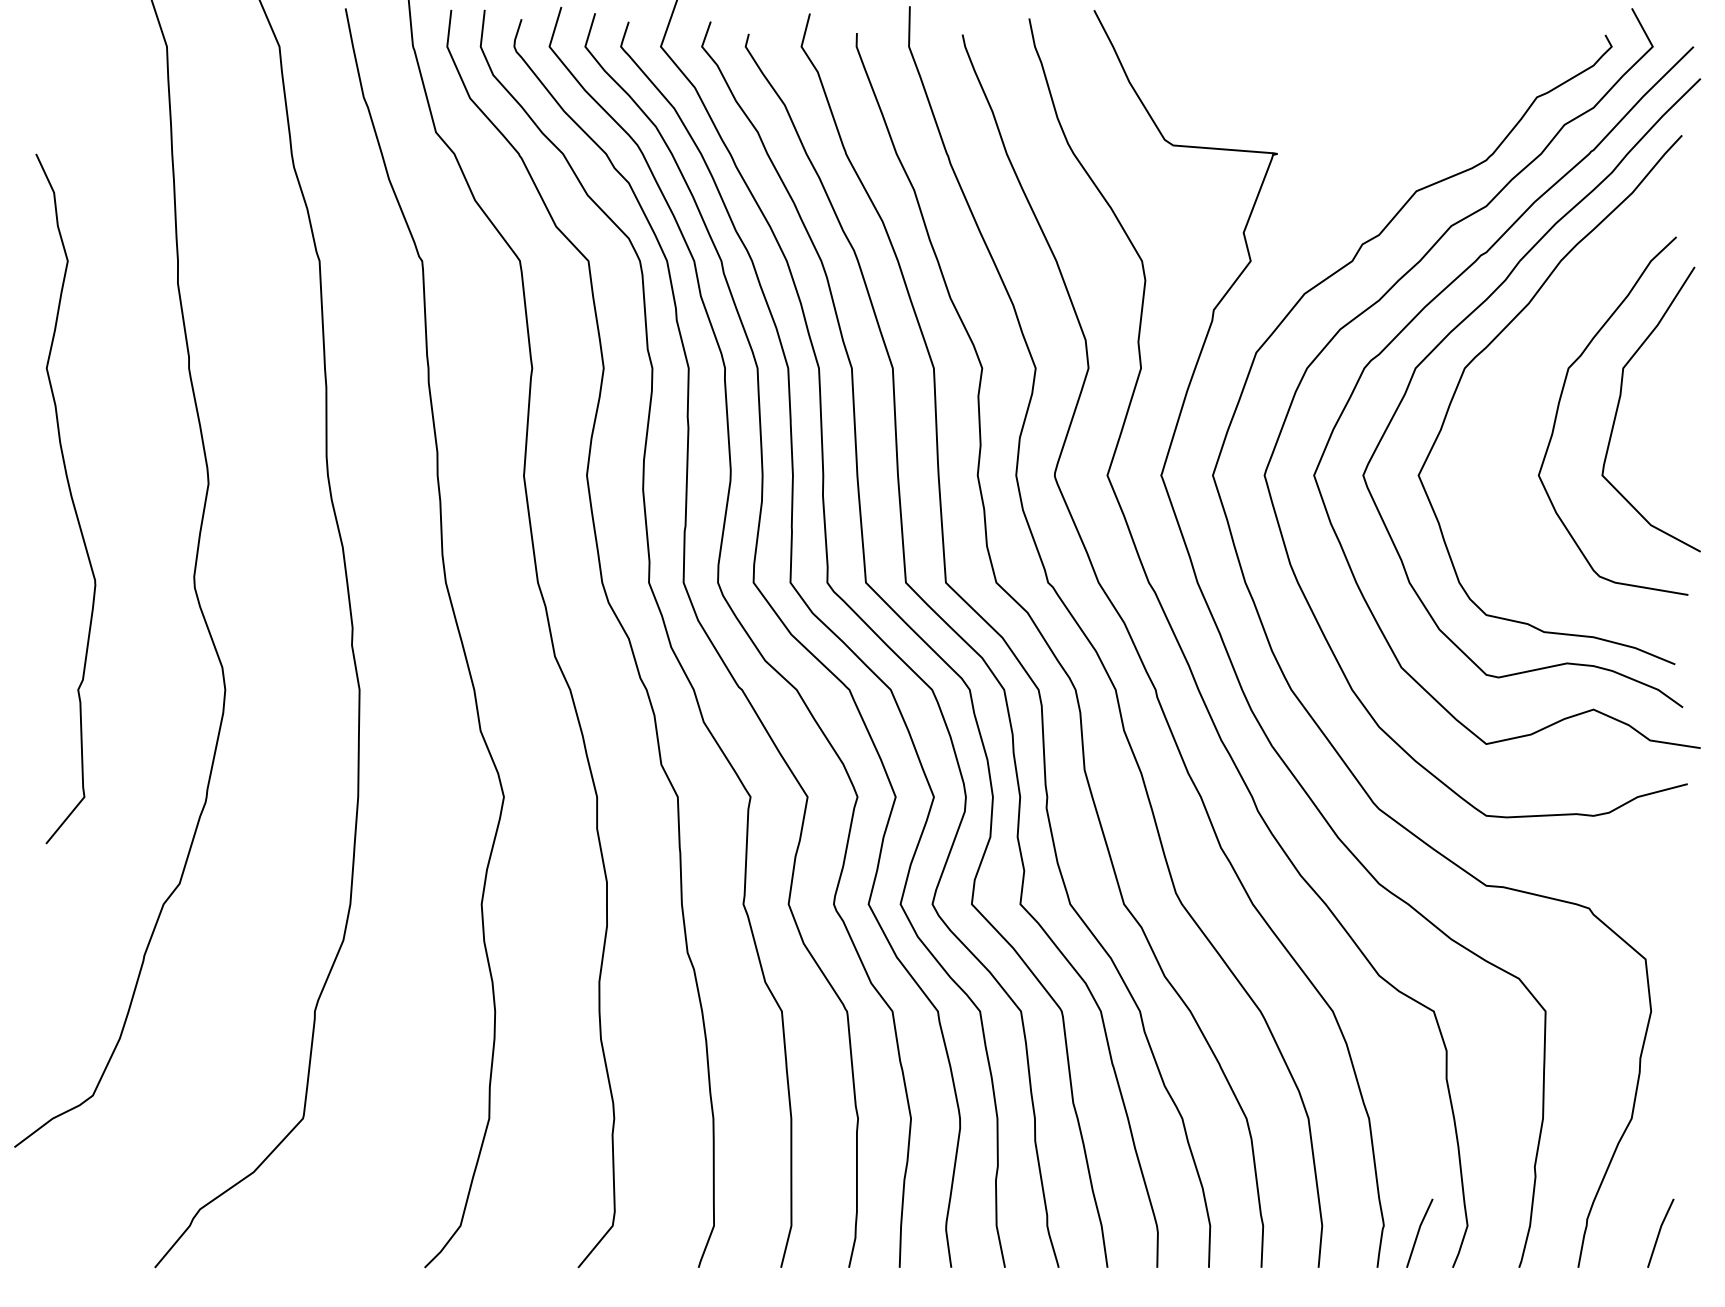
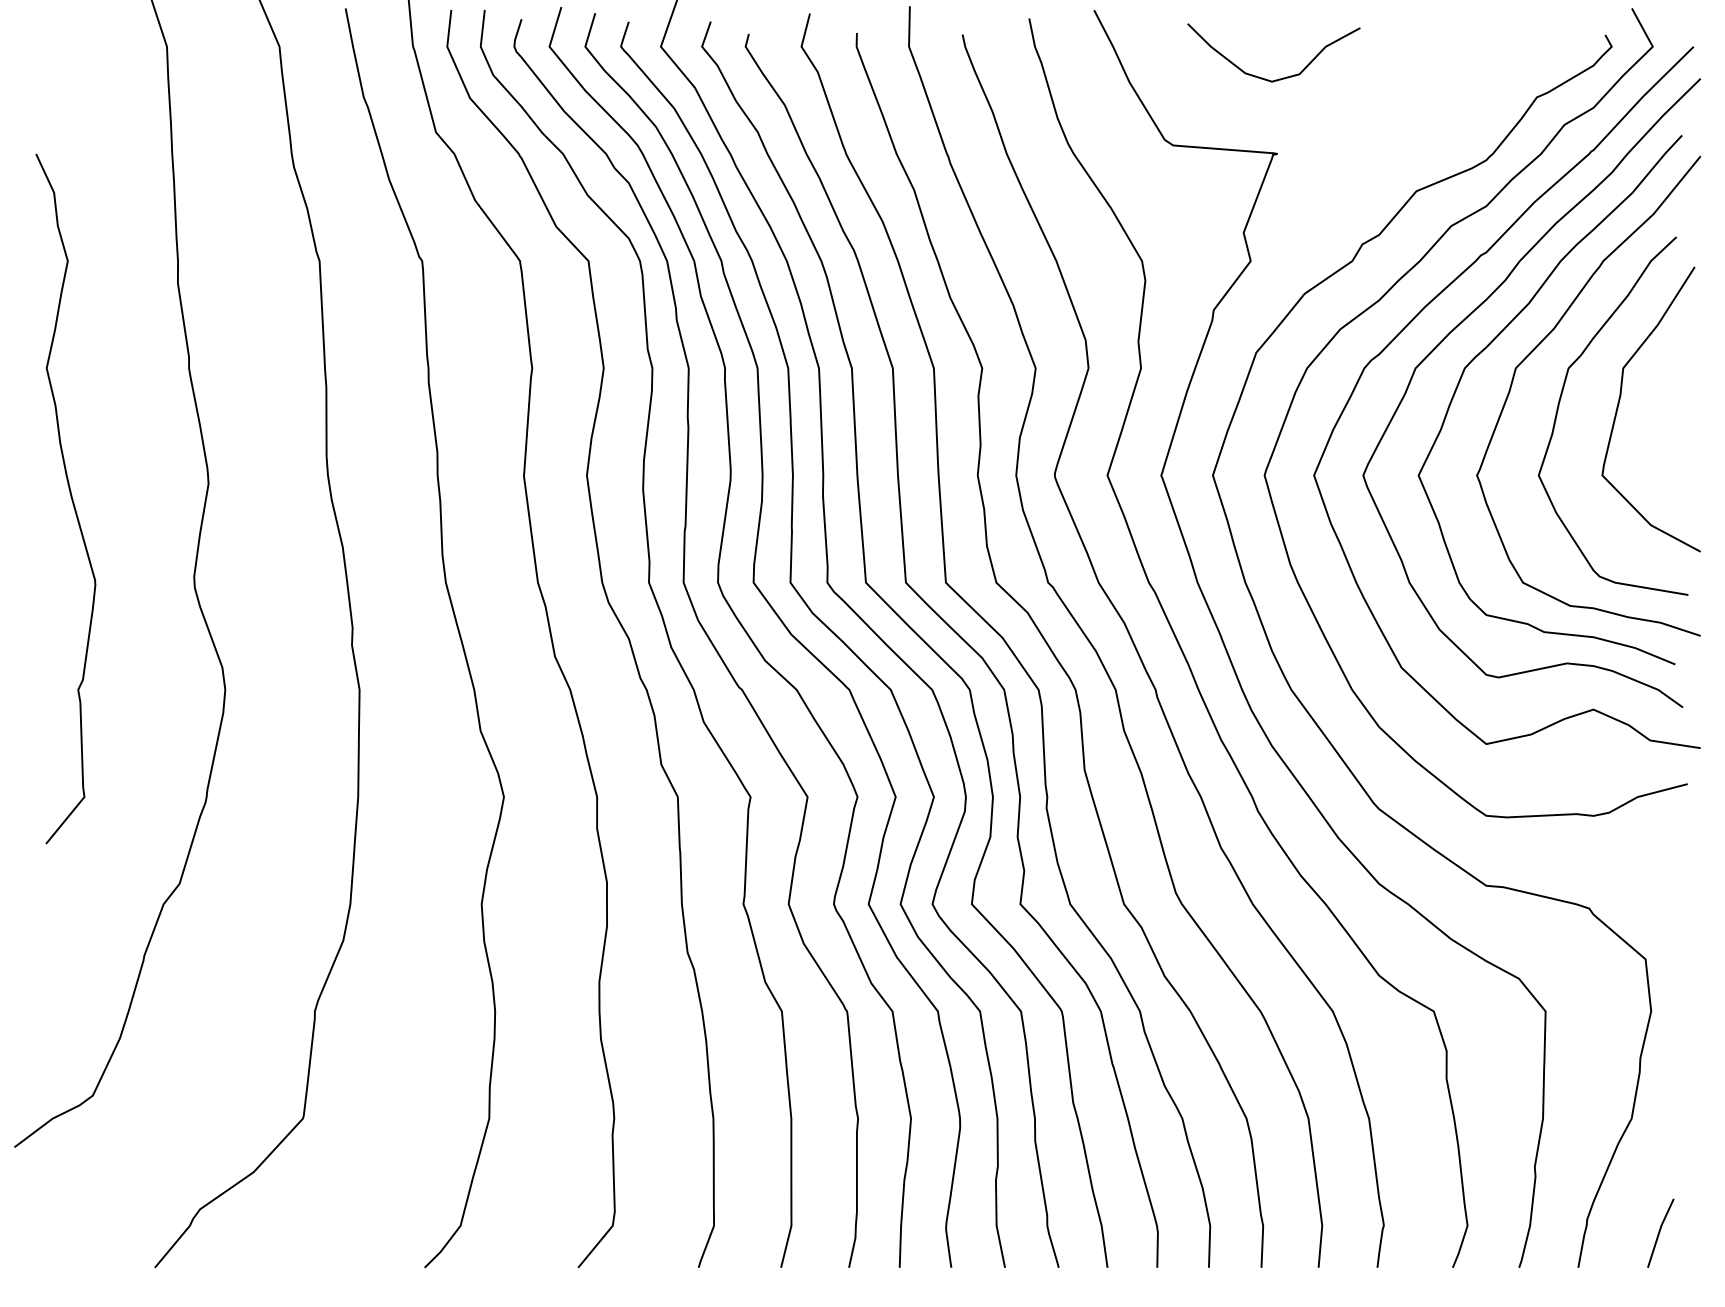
curve at (1282, 77): none -> present
curve at (1538, 346): none -> present
line at (1419, 1232): present -> none
